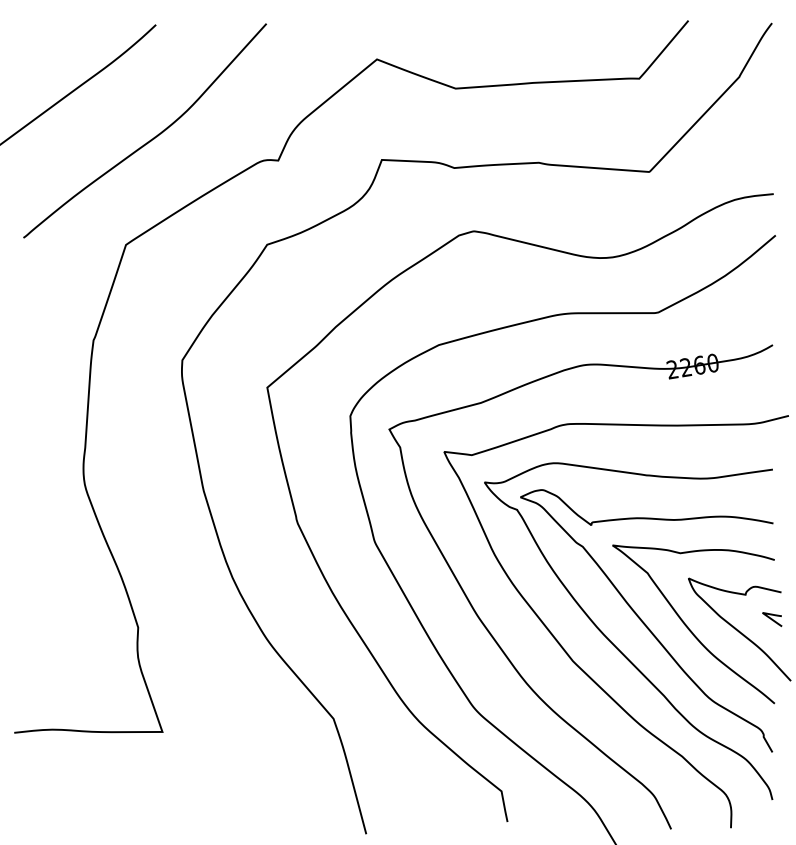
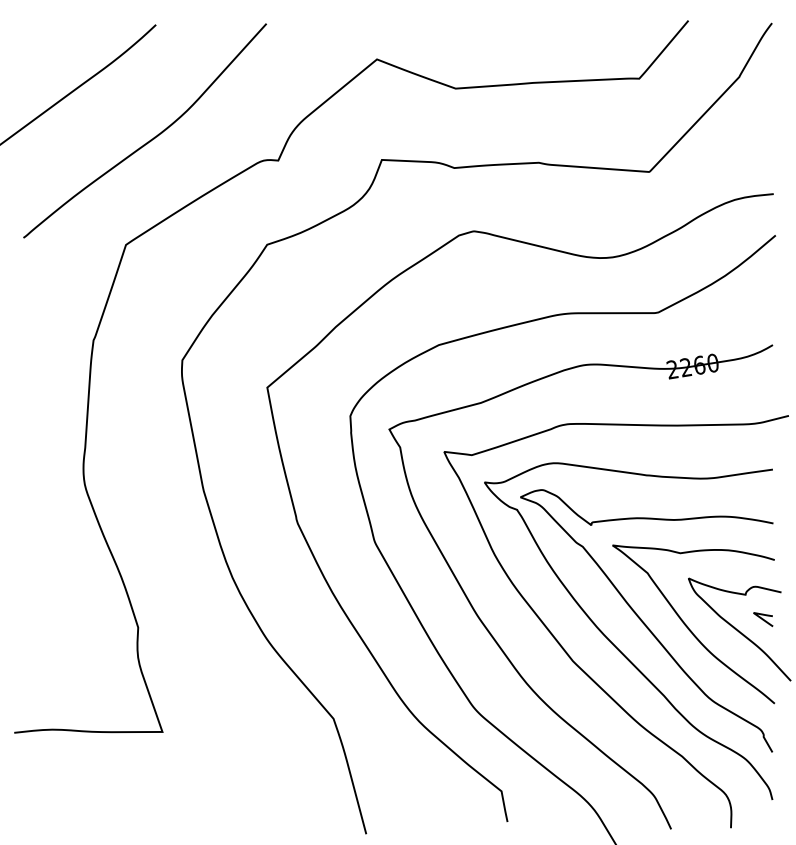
curve at (772, 619) position: (772, 619) -> (763, 619)
